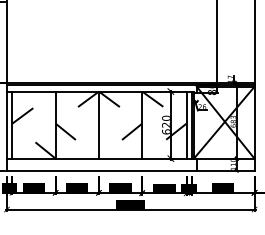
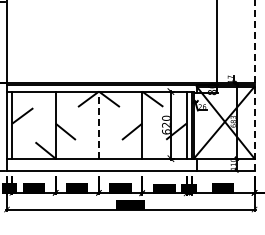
line at (254, 84): solid -> dashed
line at (98, 125): solid -> dashed
